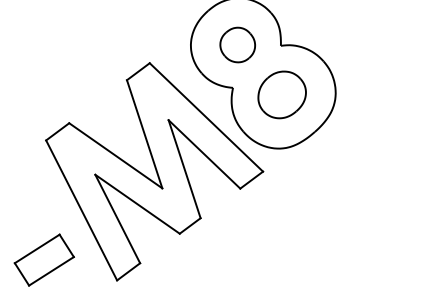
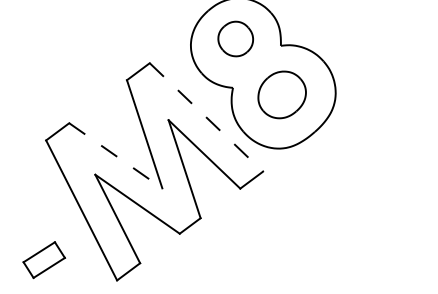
part at (237, 44) position: (237, 44) -> (235, 38)
line at (206, 117): solid -> dashed
line at (115, 155): solid -> dashed
part at (43, 259) size: 62x54 px -> 44x39 px
